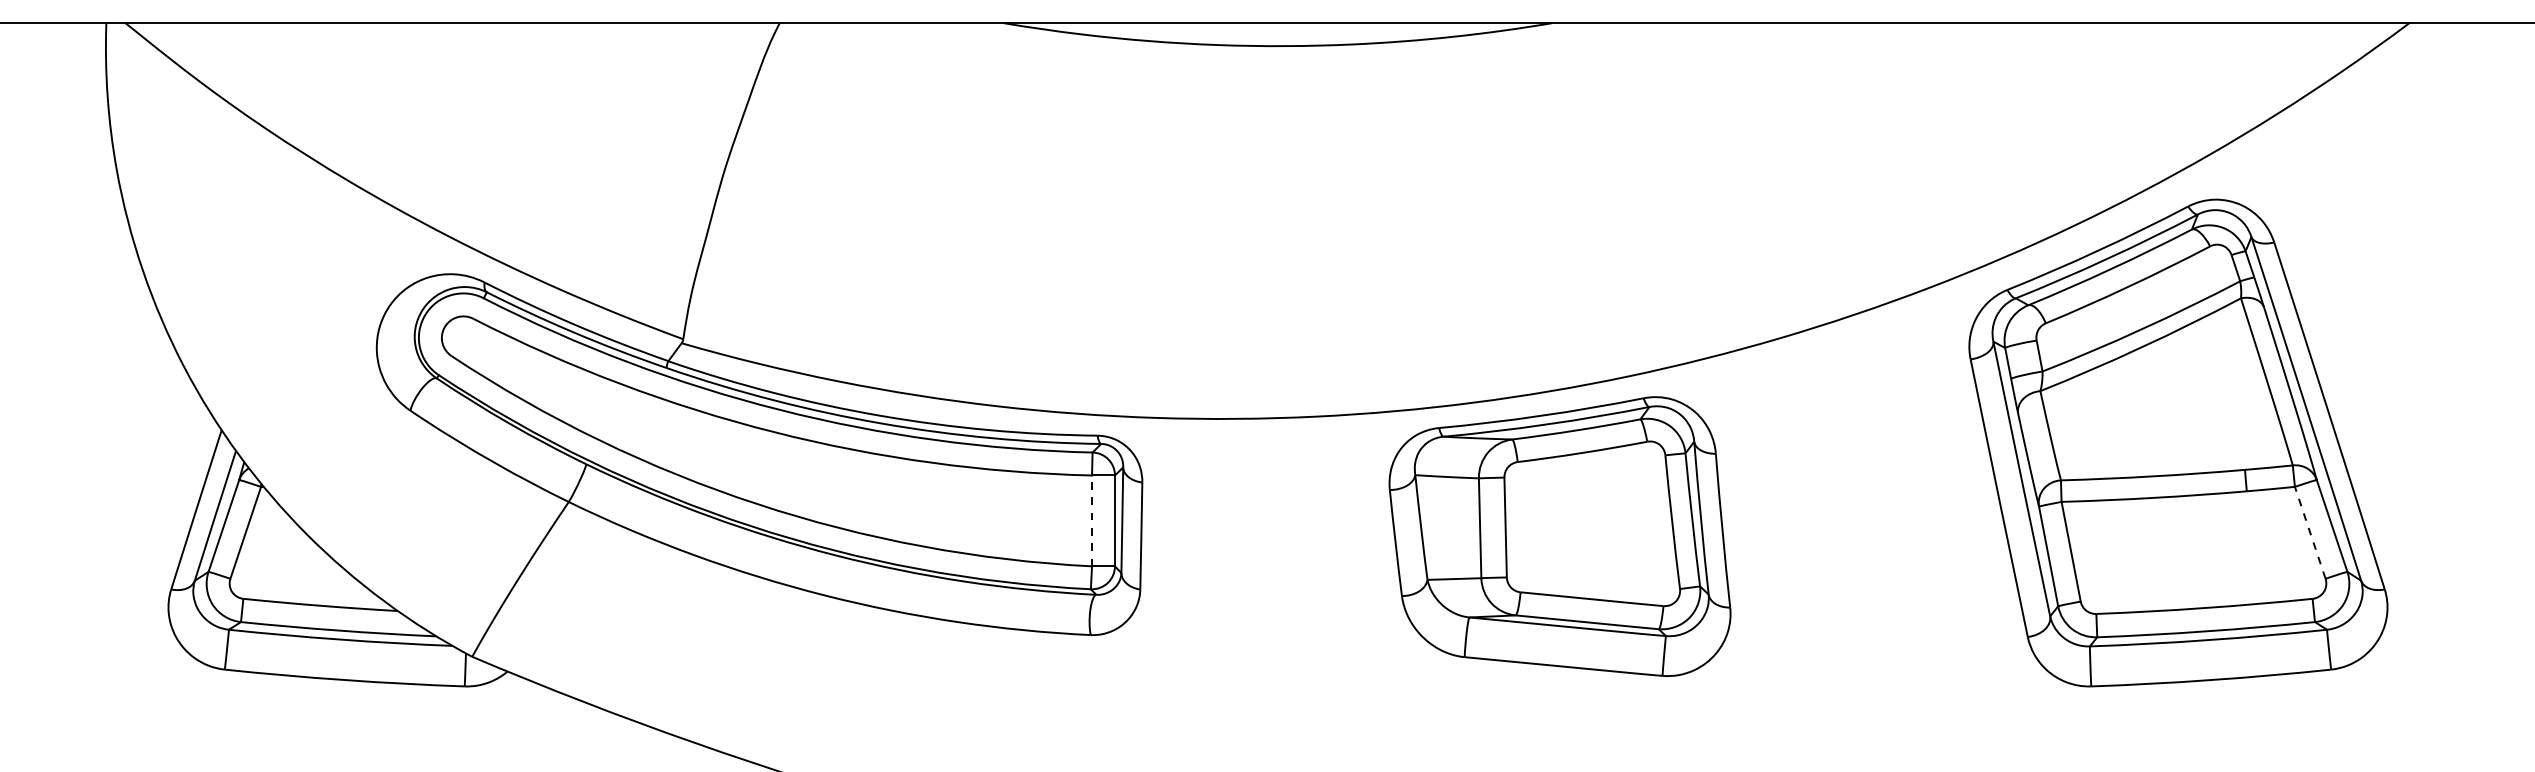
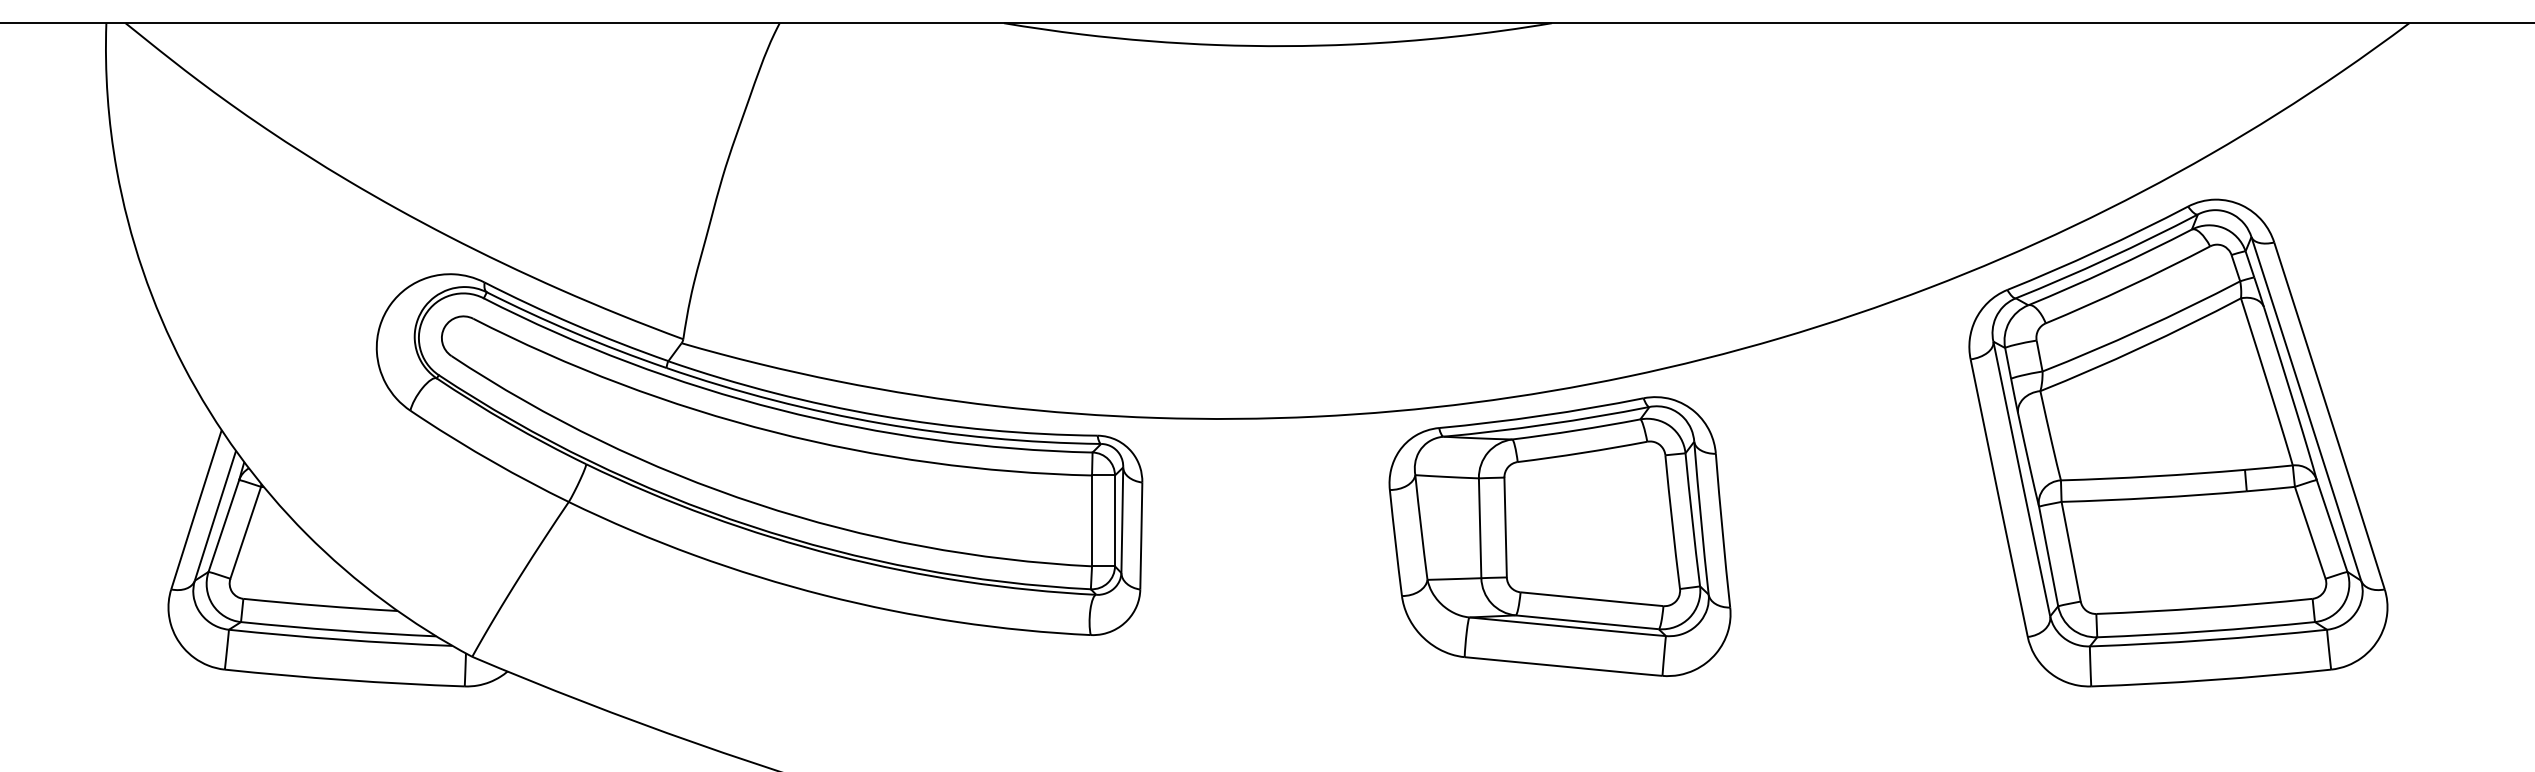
line at (1092, 520): dashed -> solid
line at (2310, 532): dashed -> solid
